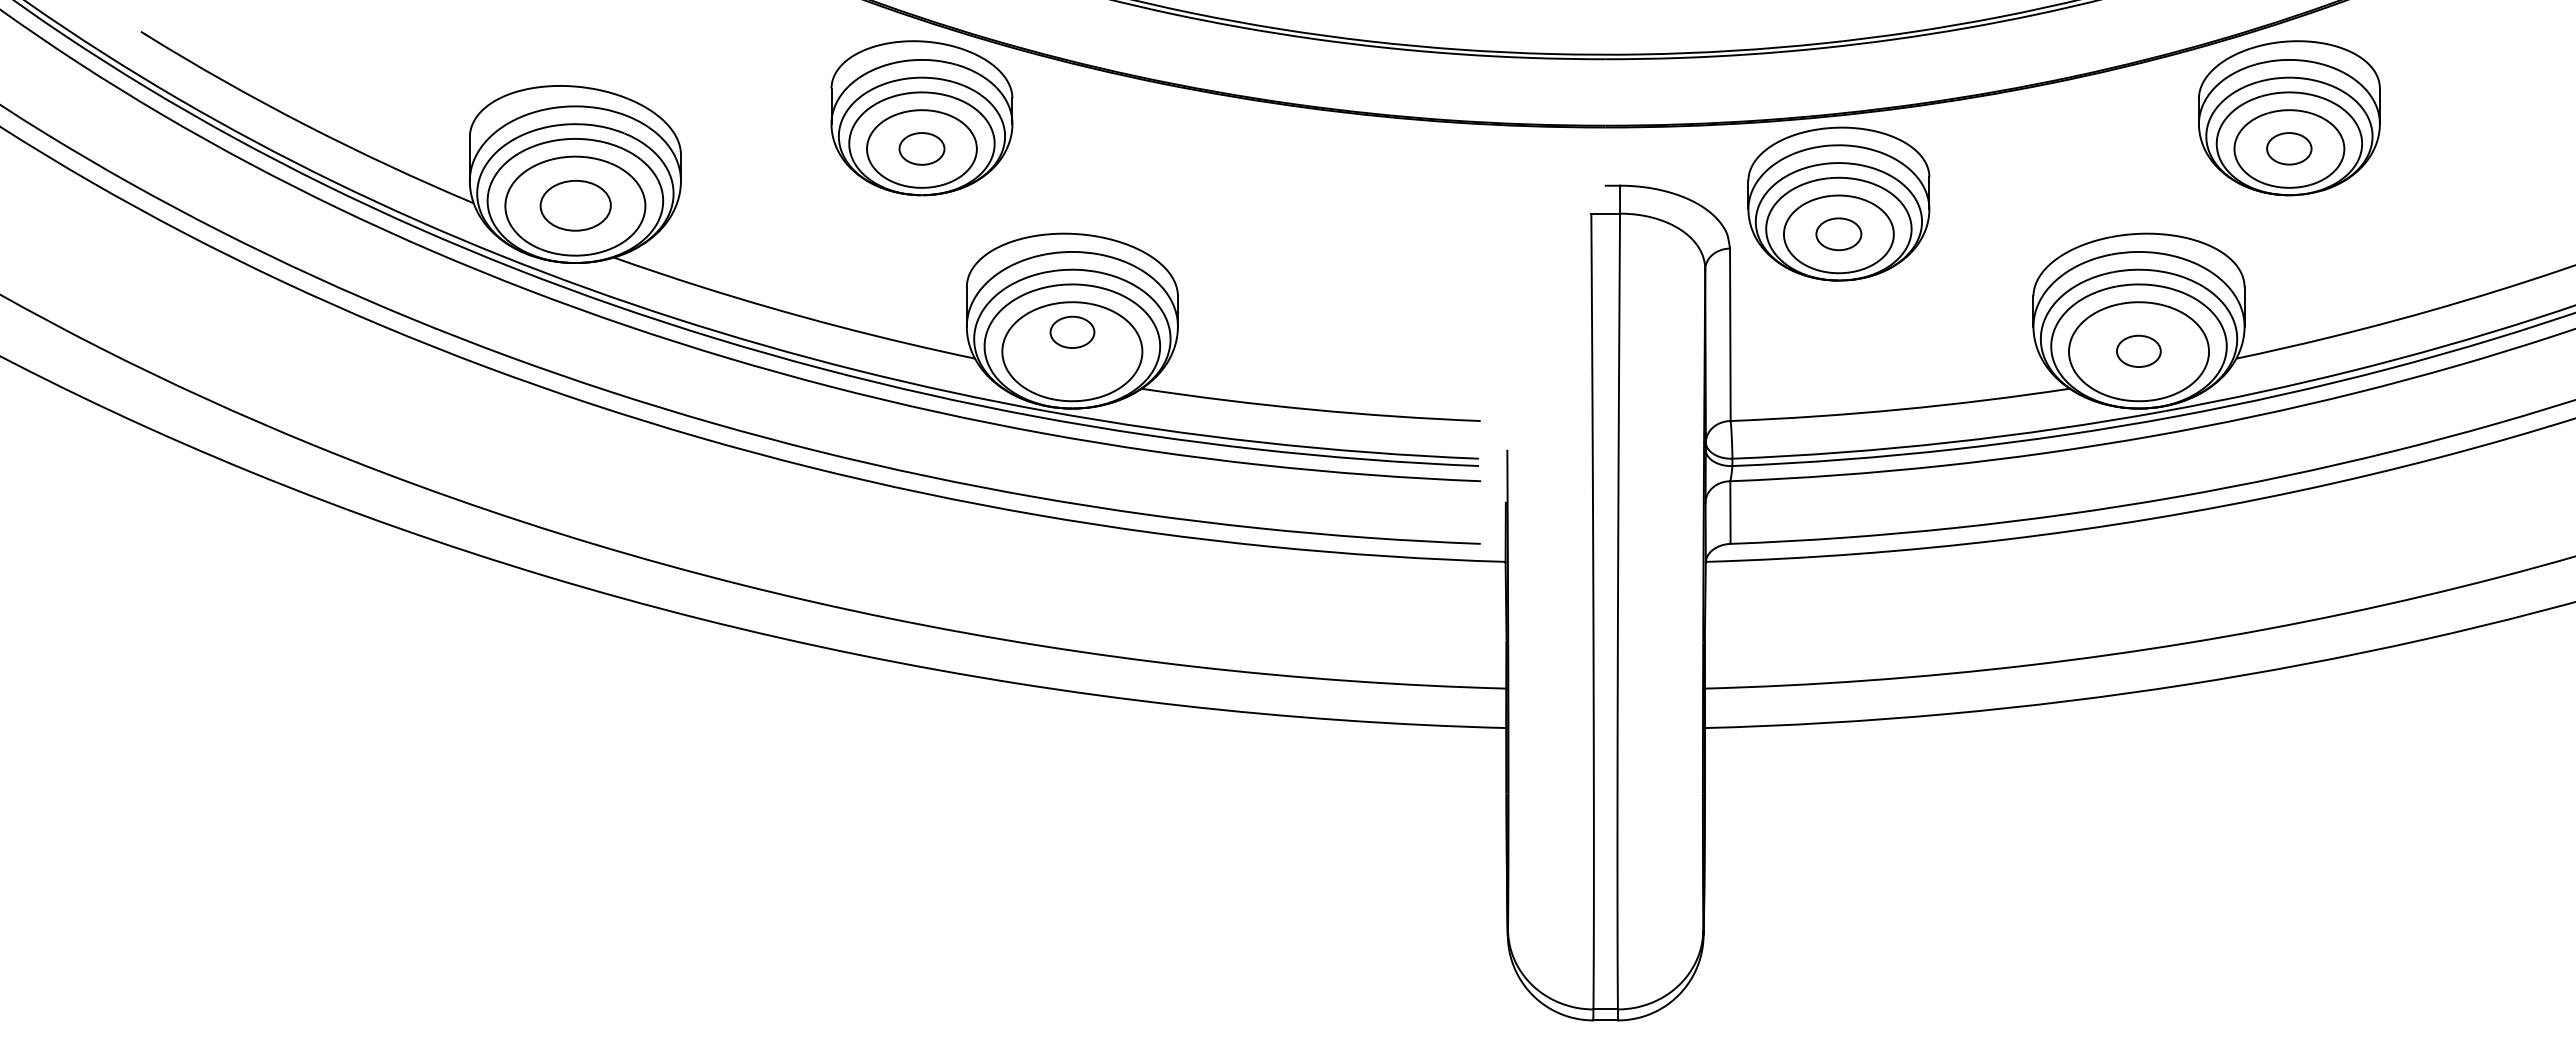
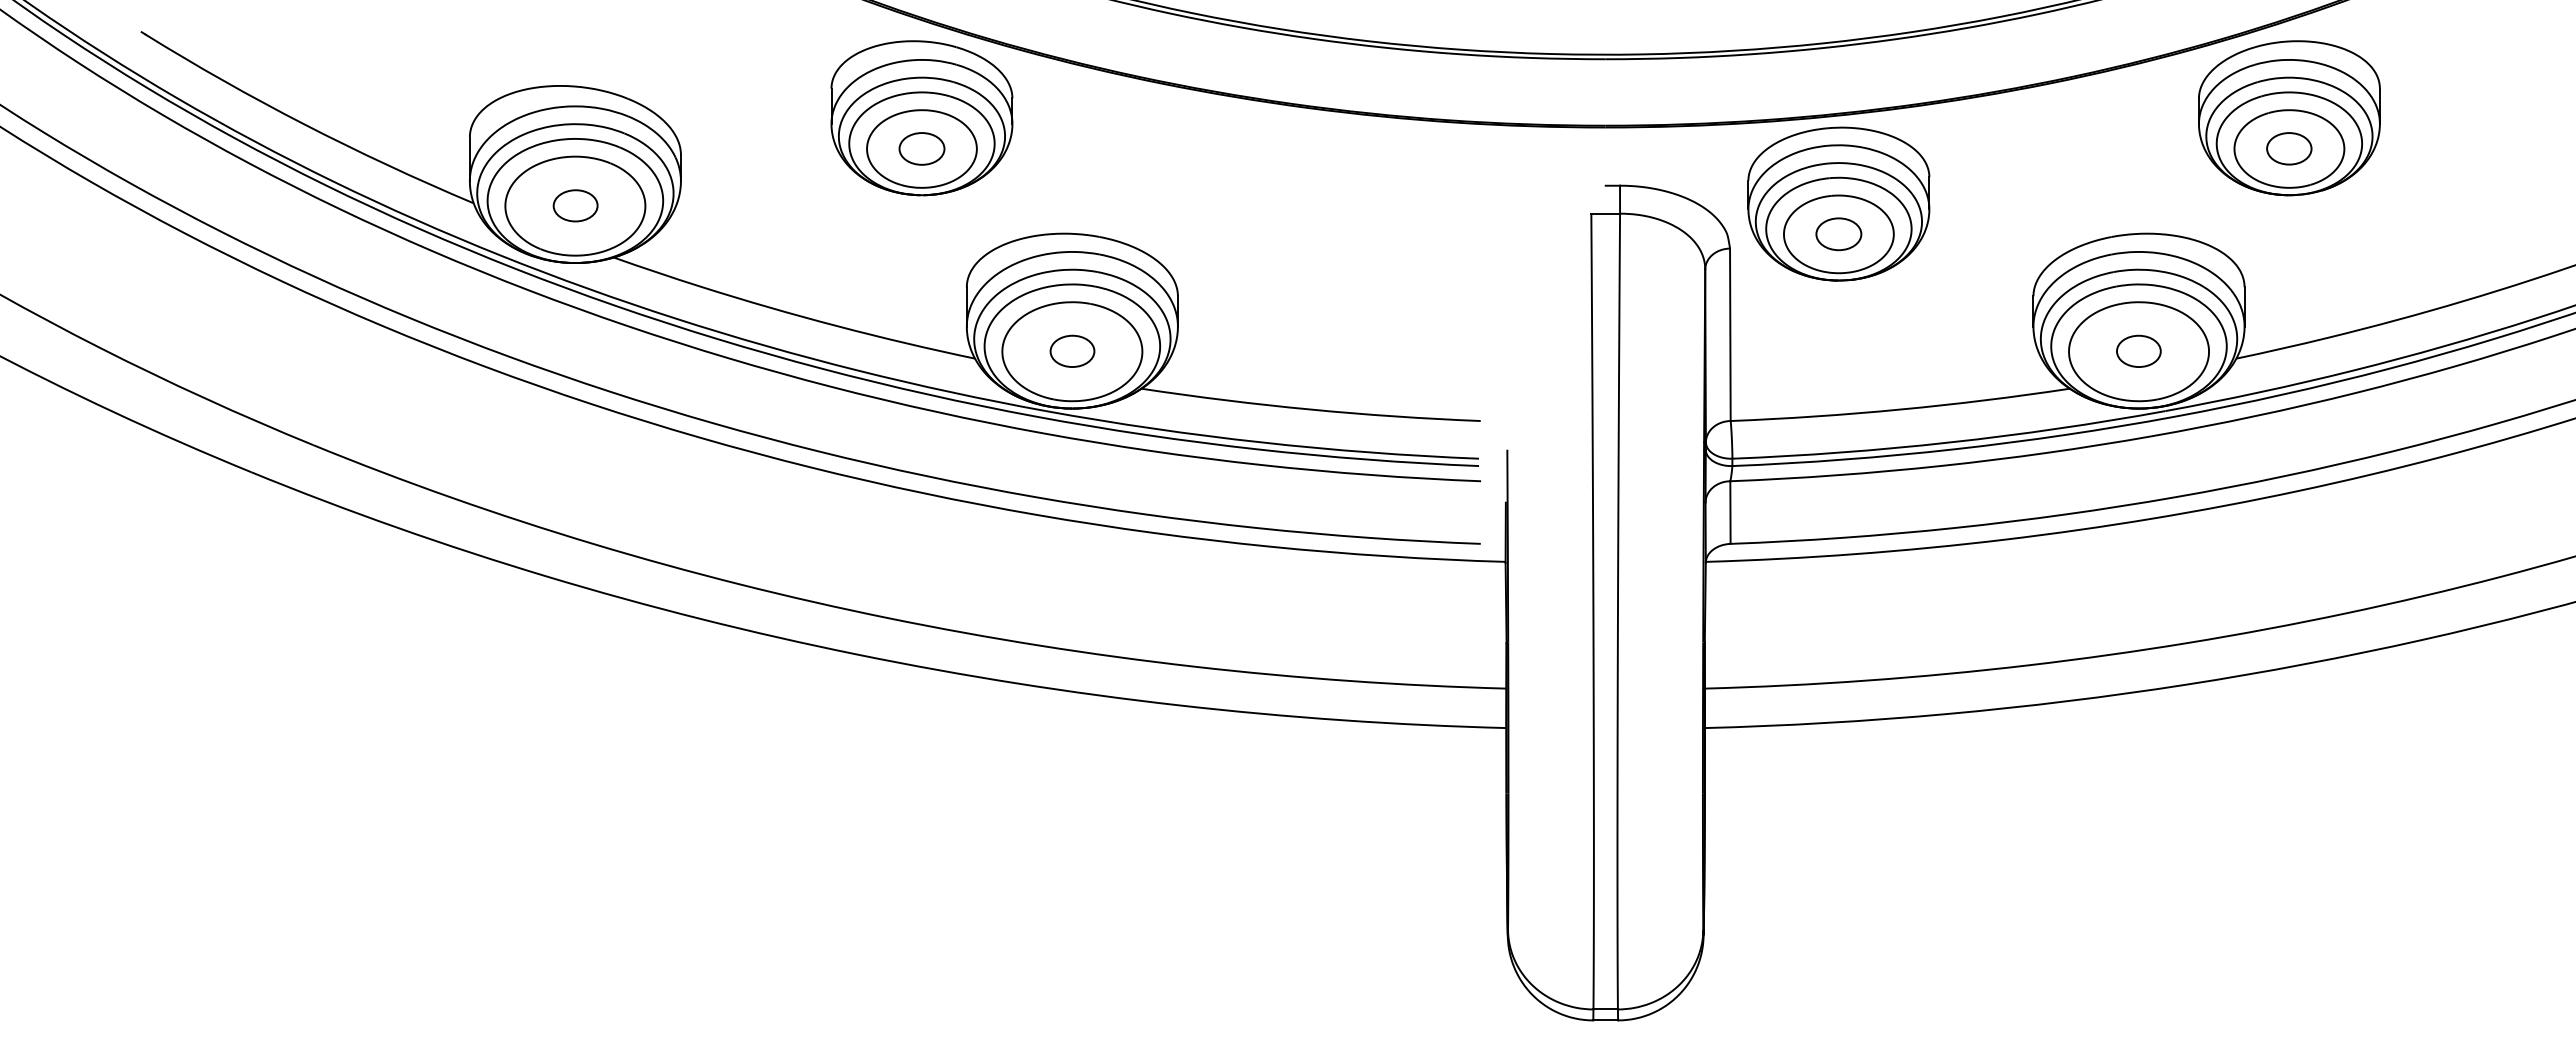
part at (575, 205) size: 73x53 px -> 47x34 px
part at (1072, 331) position: (1072, 331) -> (1072, 350)
